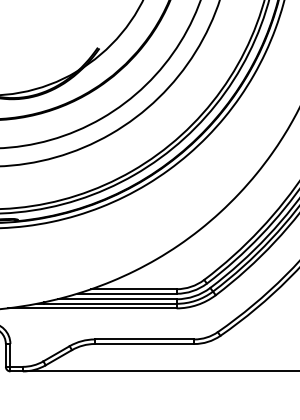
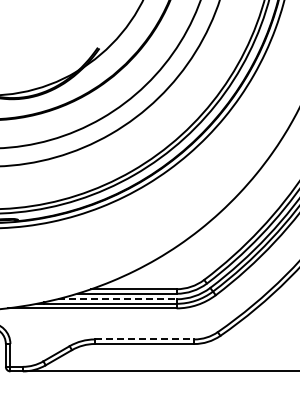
line at (117, 299): solid -> dashed
line at (144, 339): solid -> dashed
